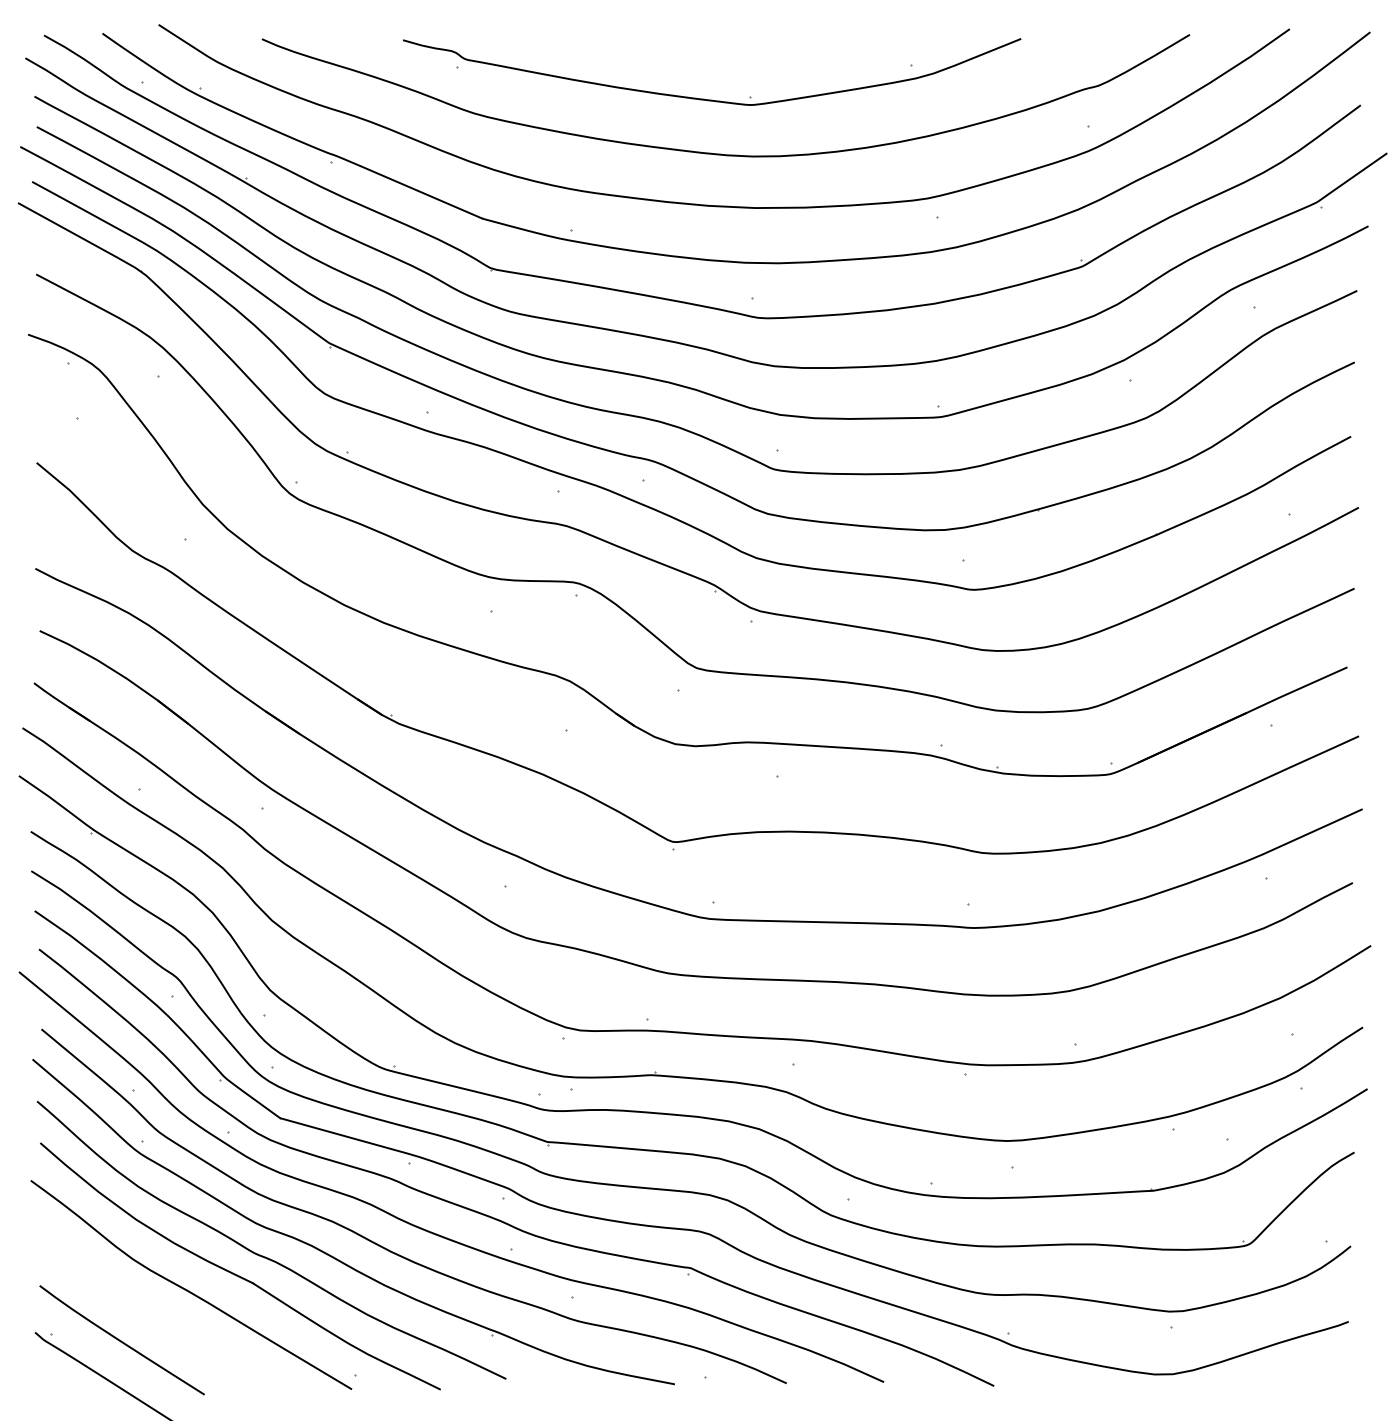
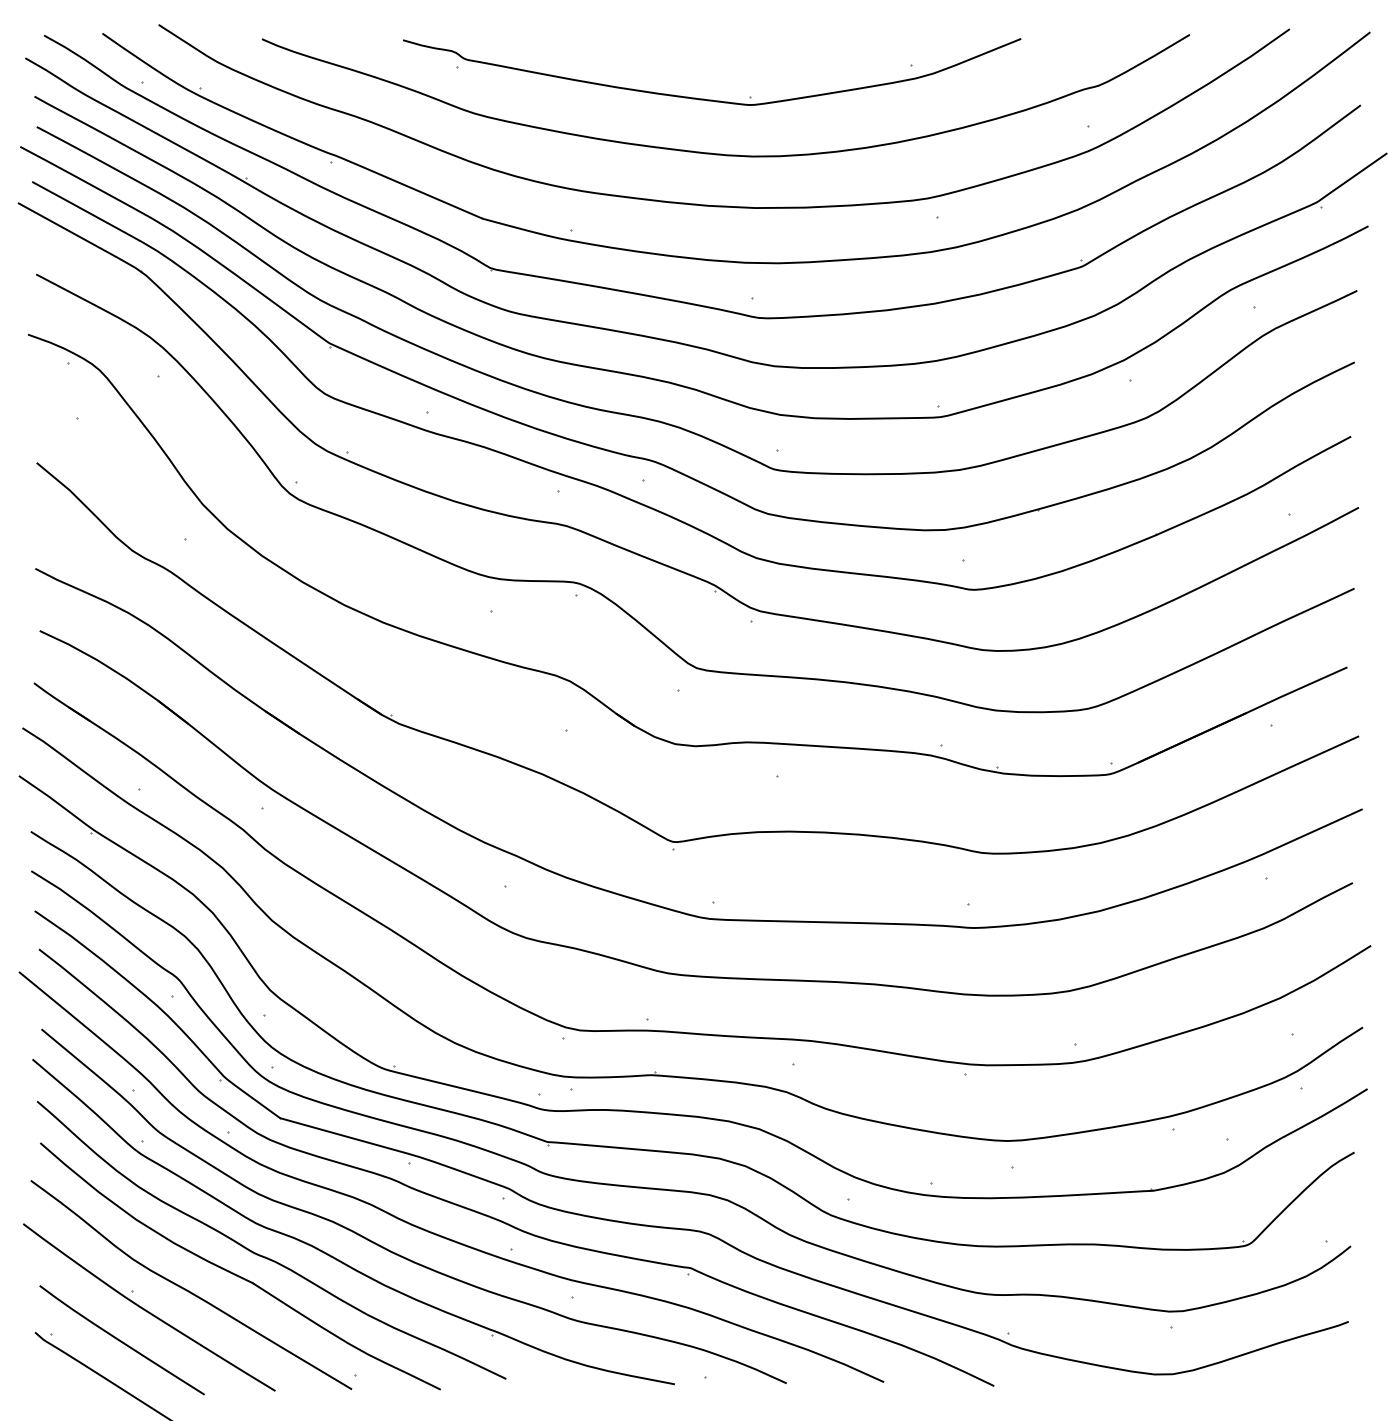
part at (149, 1307): none -> present
